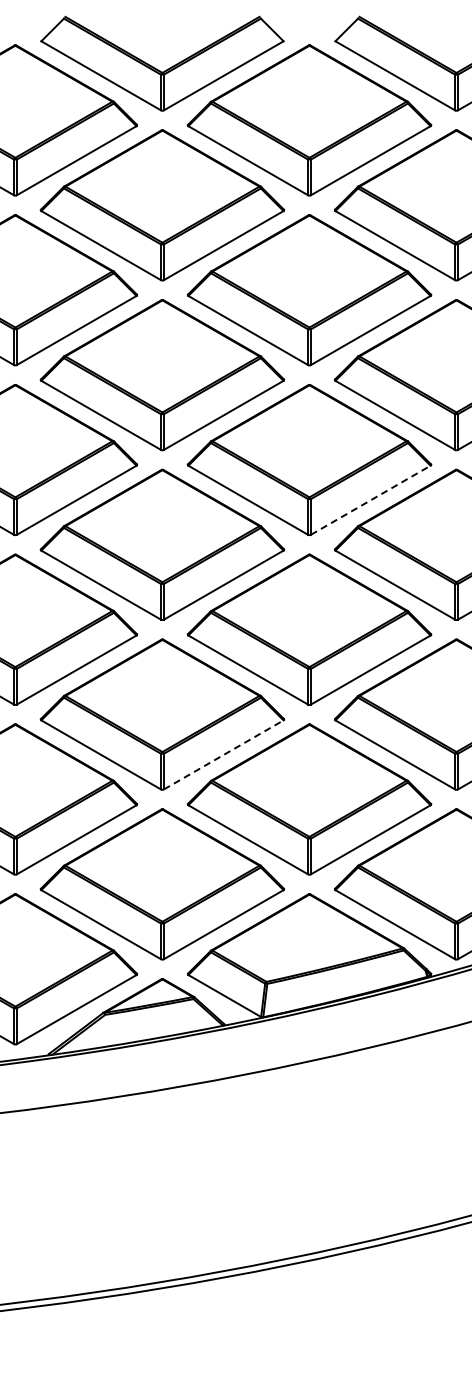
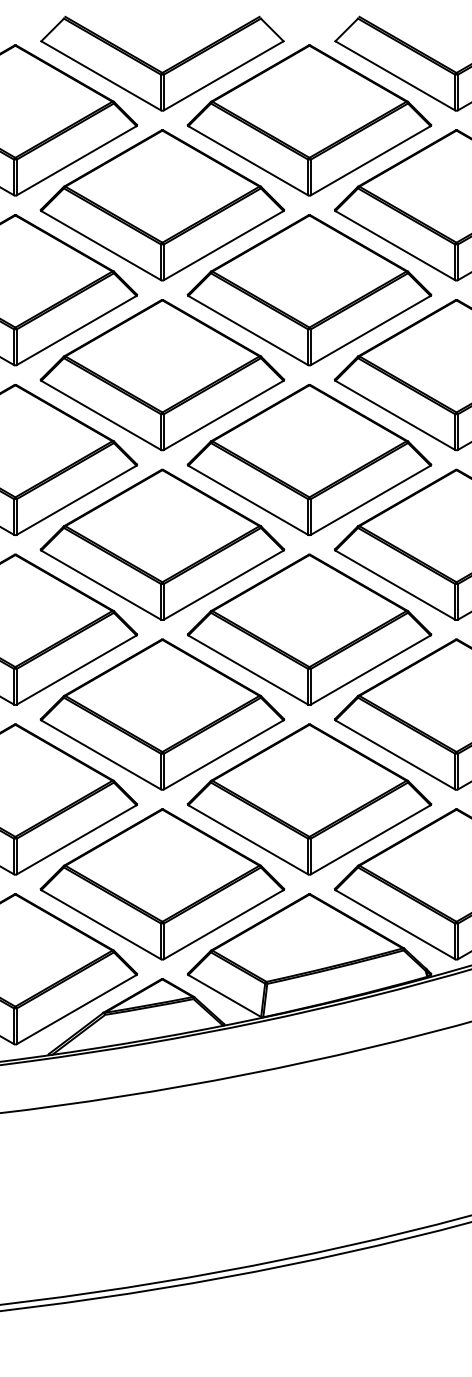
line at (371, 500): dashed -> solid
line at (224, 754): dashed -> solid
